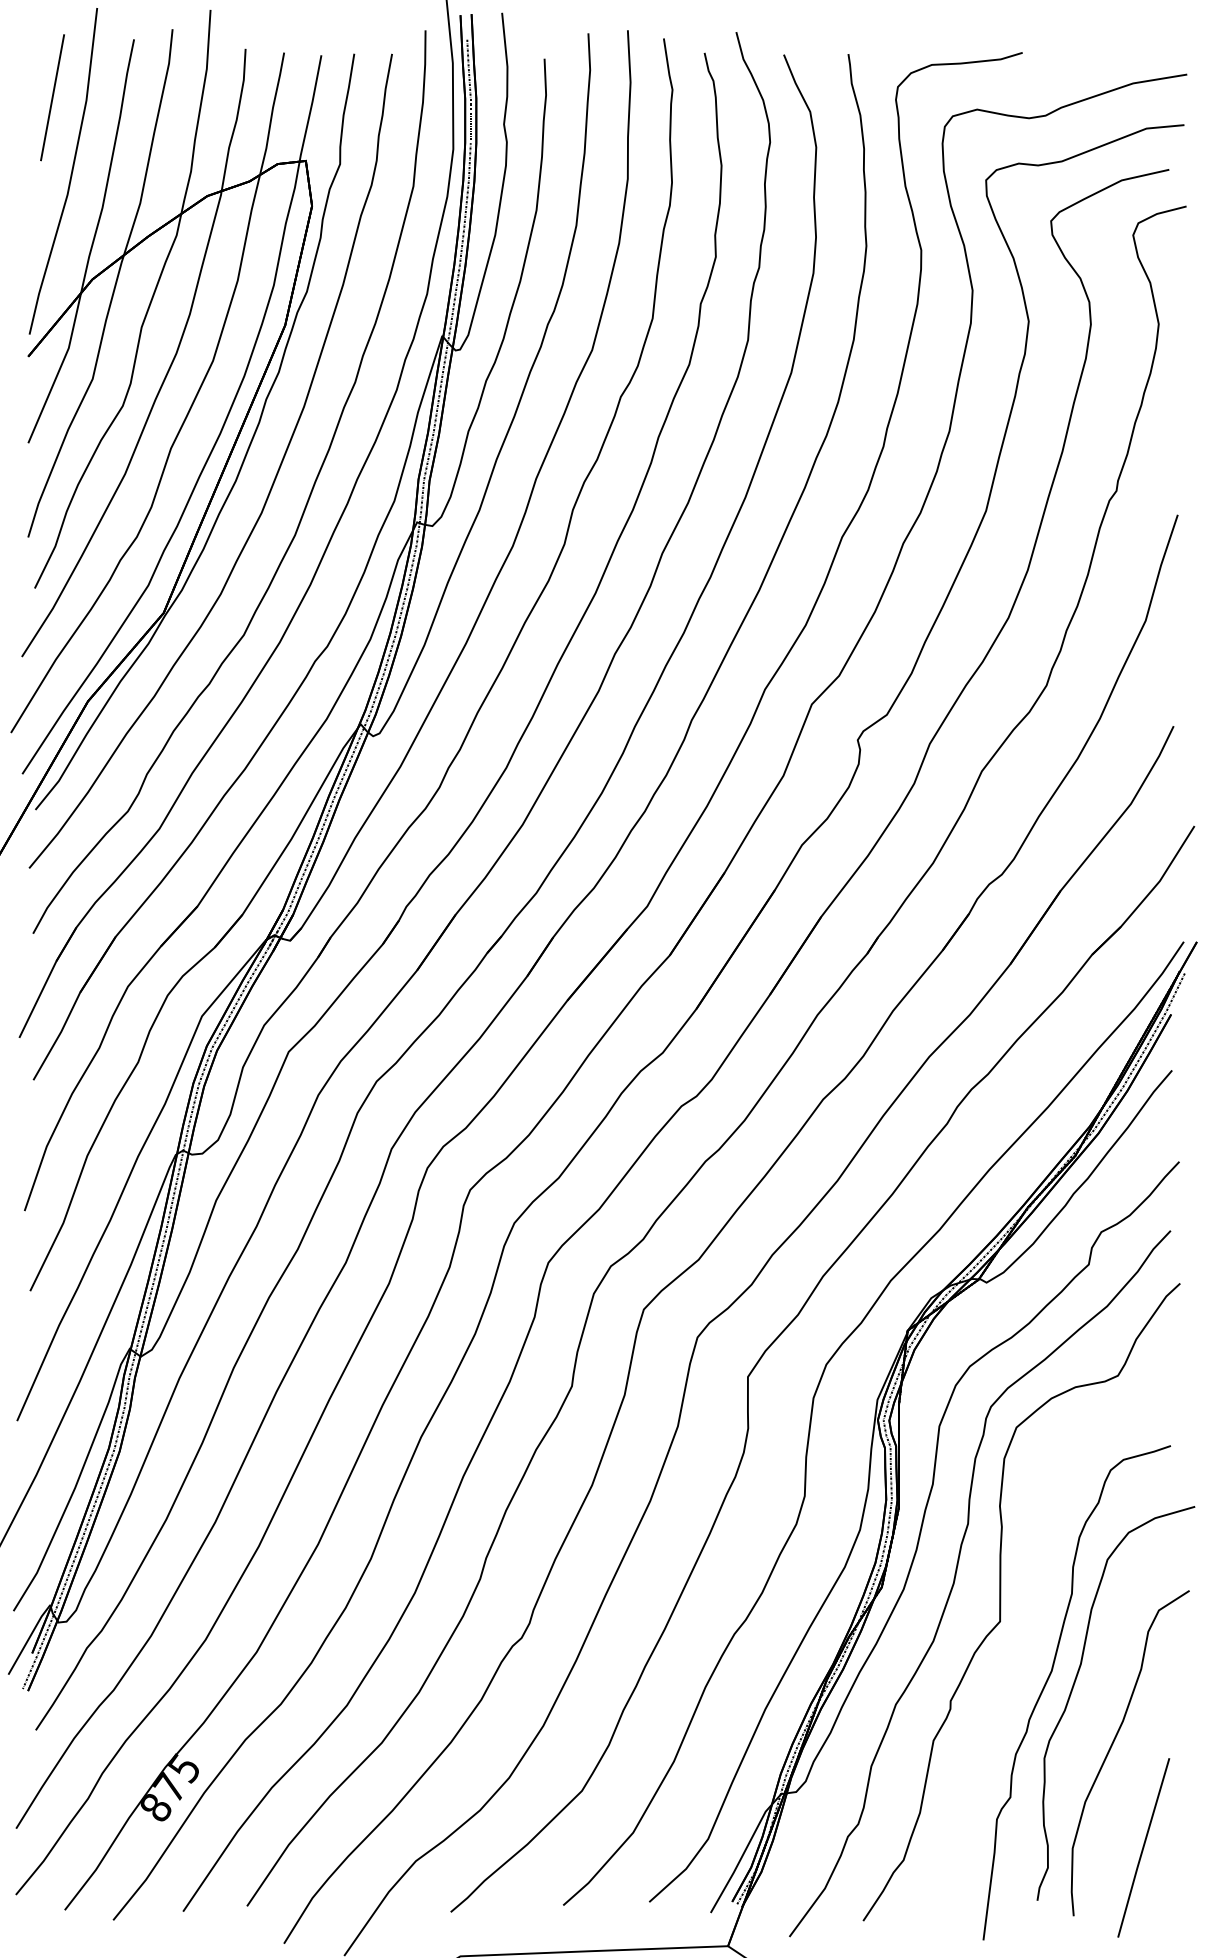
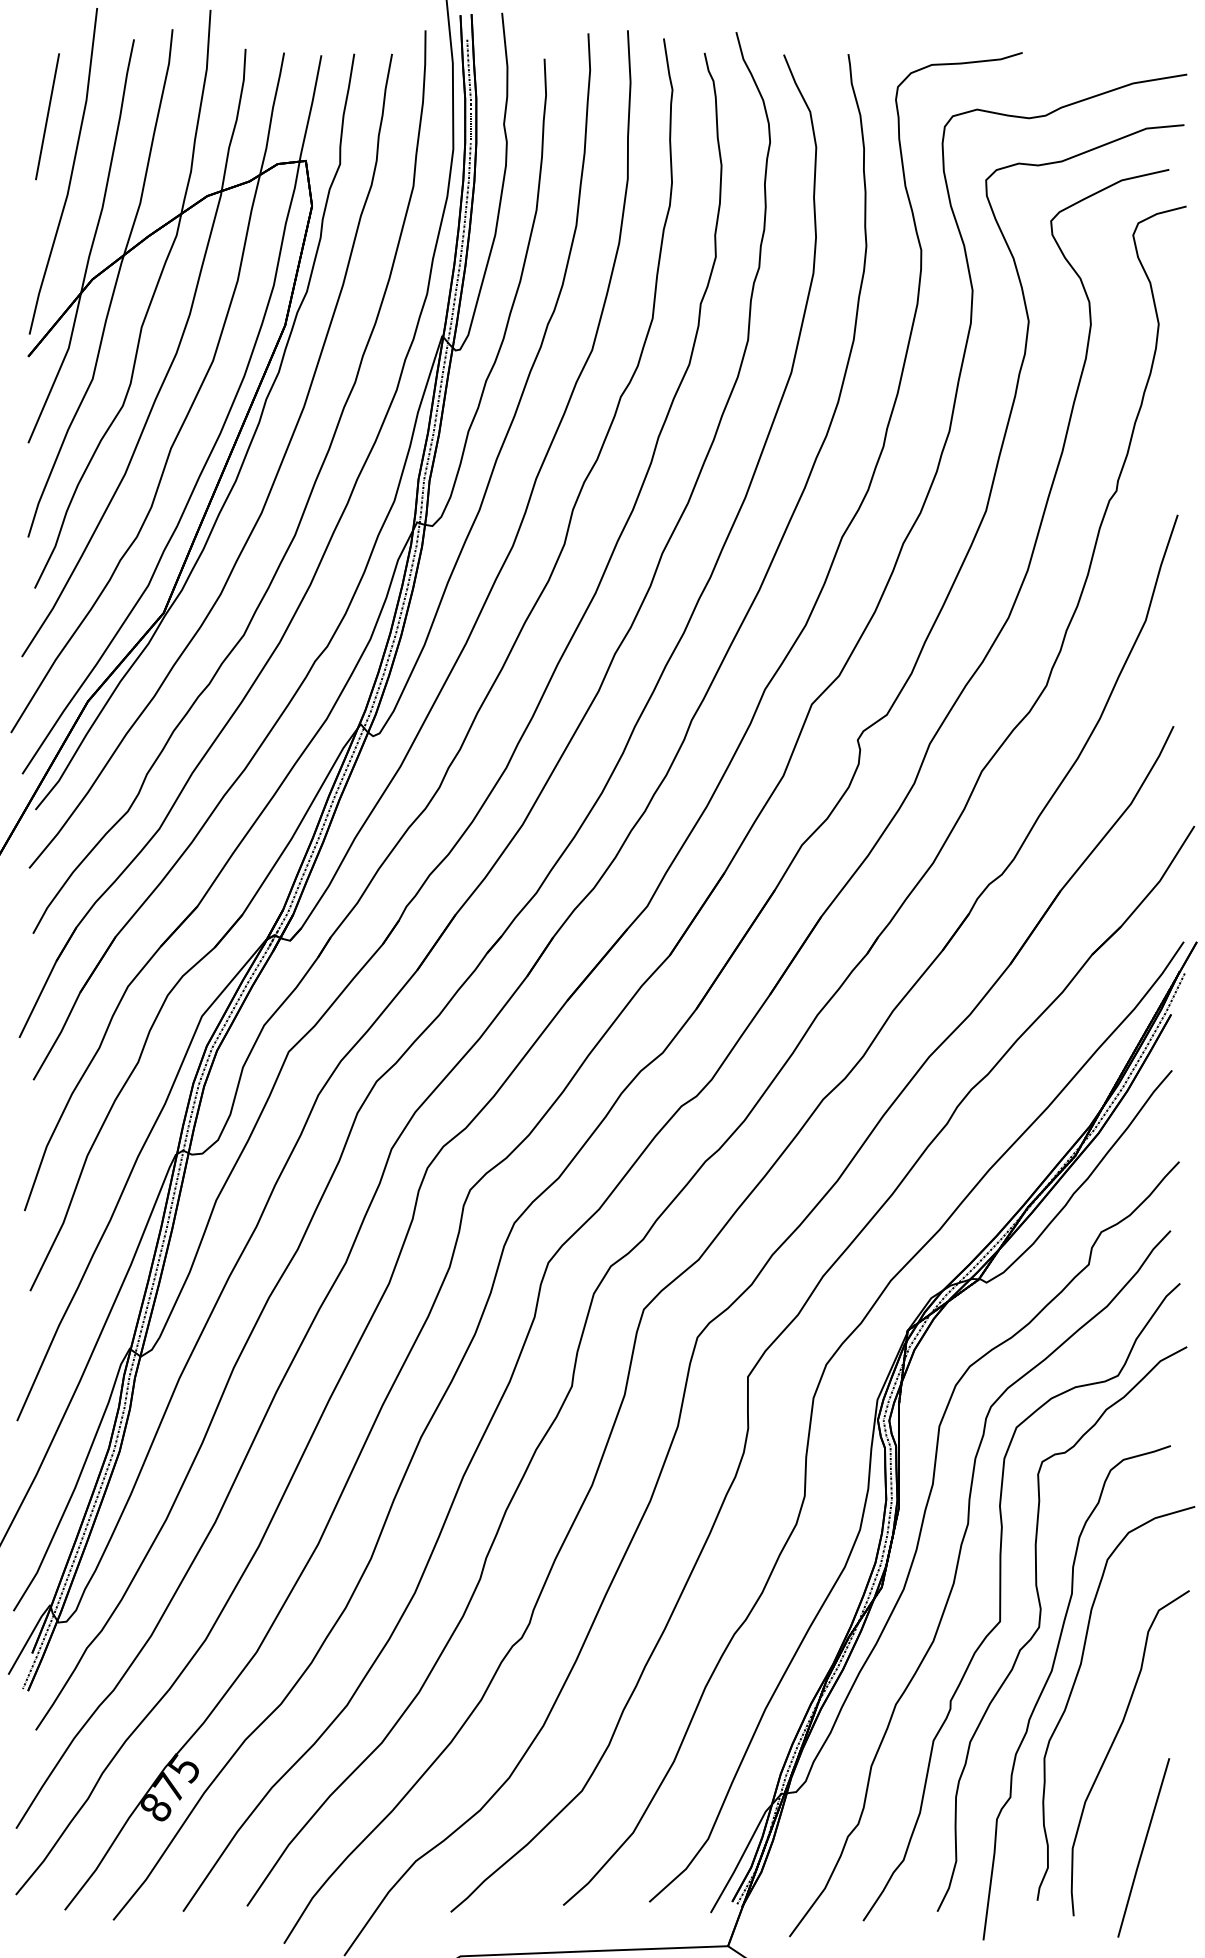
line at (52, 97) position: (52, 97) -> (47, 116)
part at (1040, 1626): none -> present
